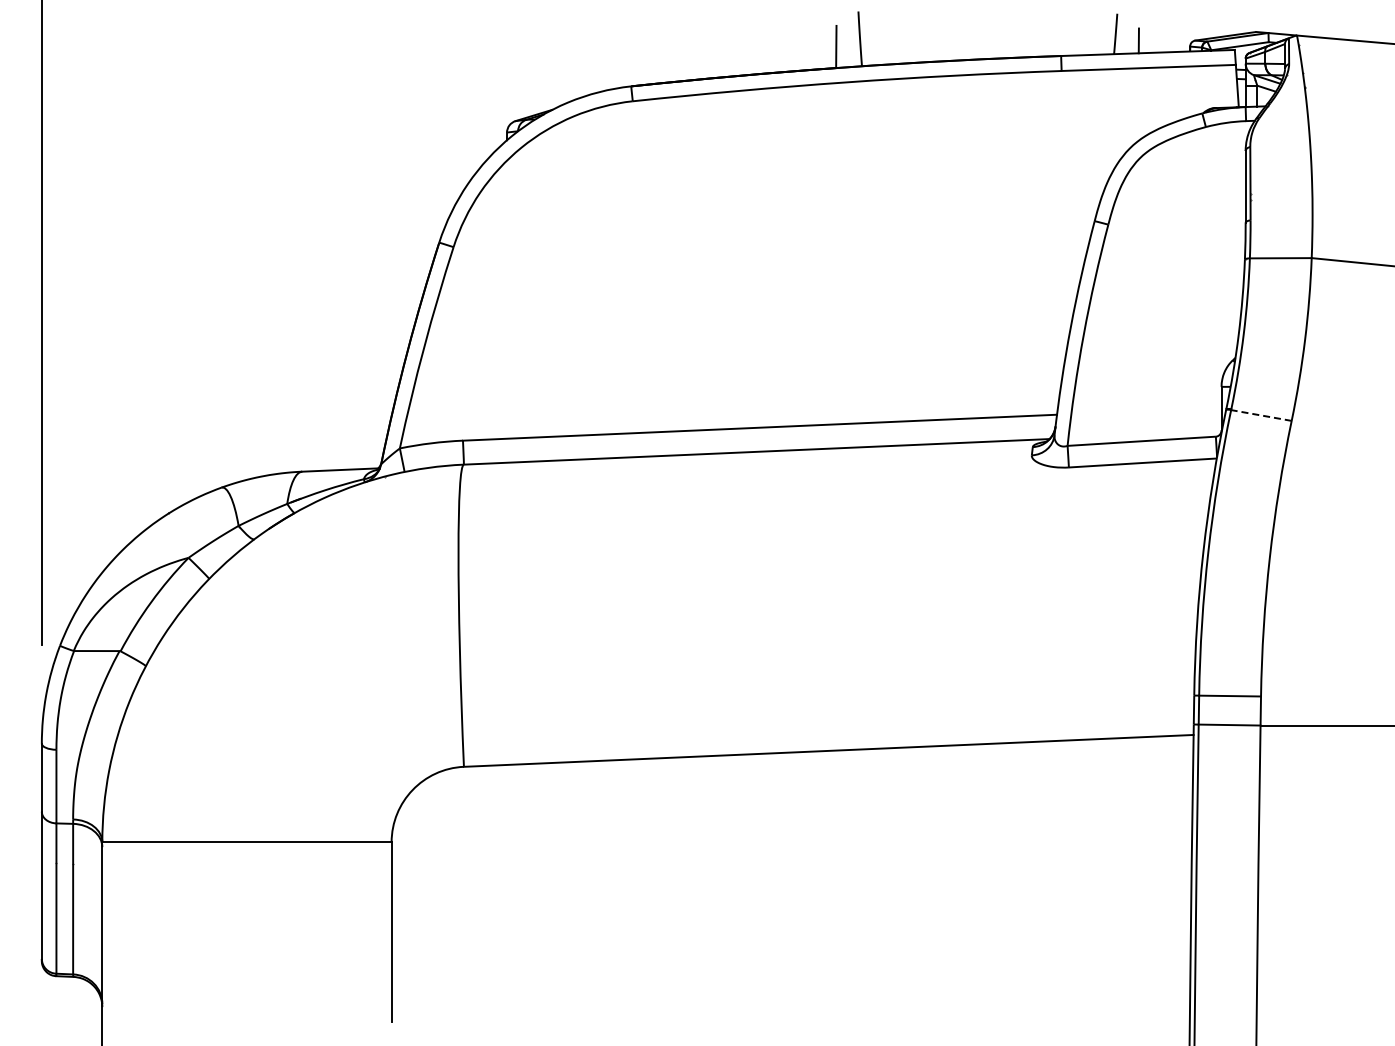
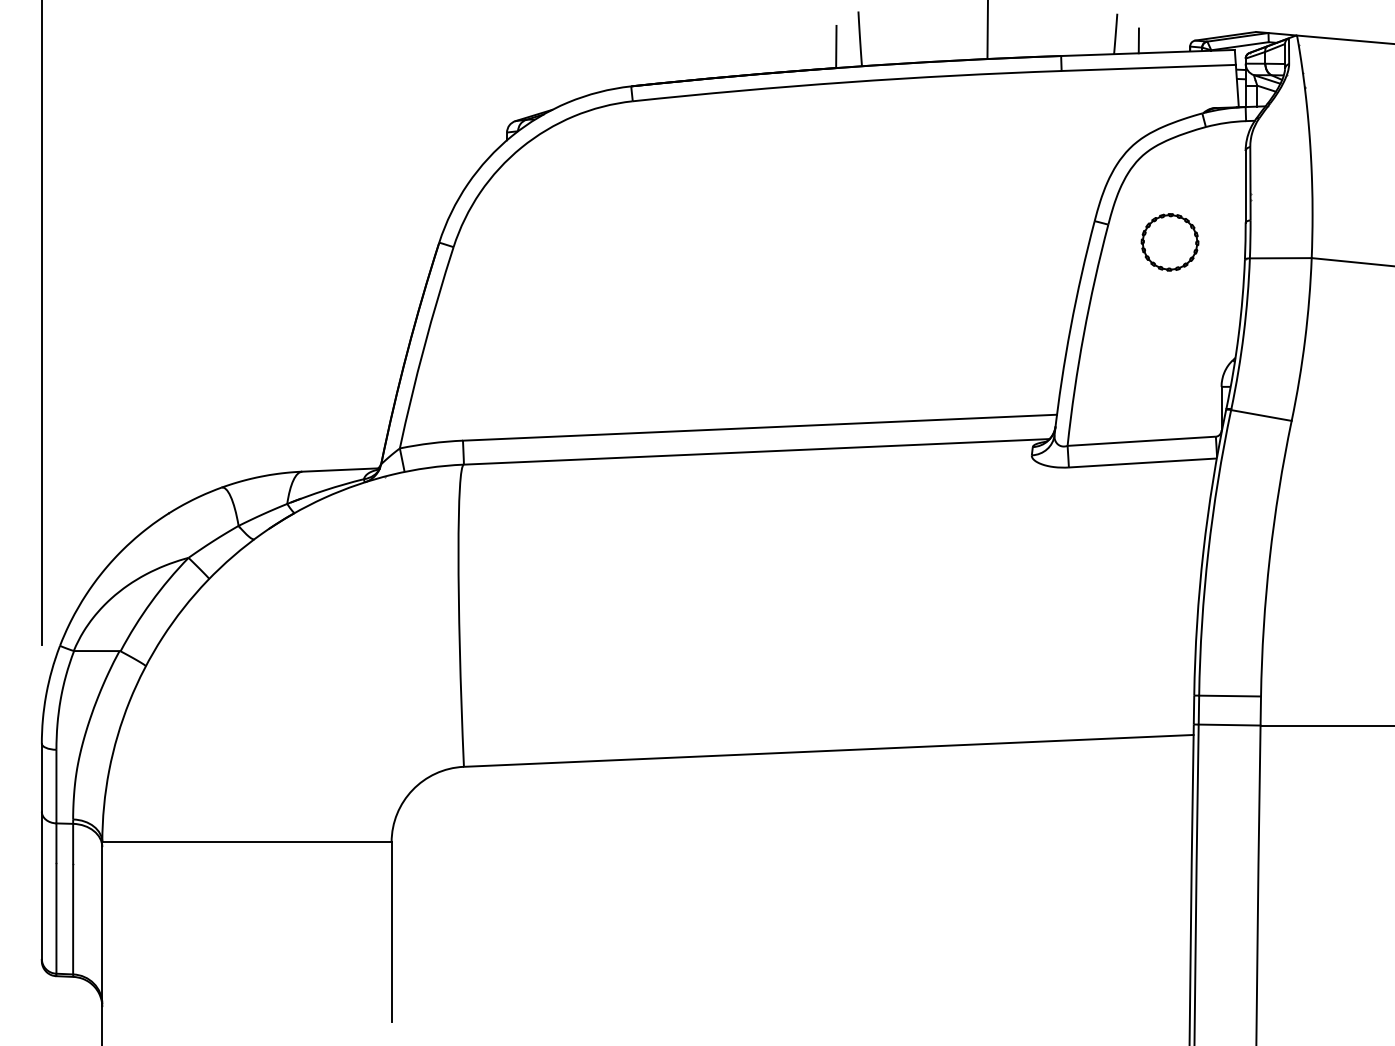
line at (987, 30): none -> present
part at (1169, 242): none -> present
line at (1261, 415): dashed -> solid
